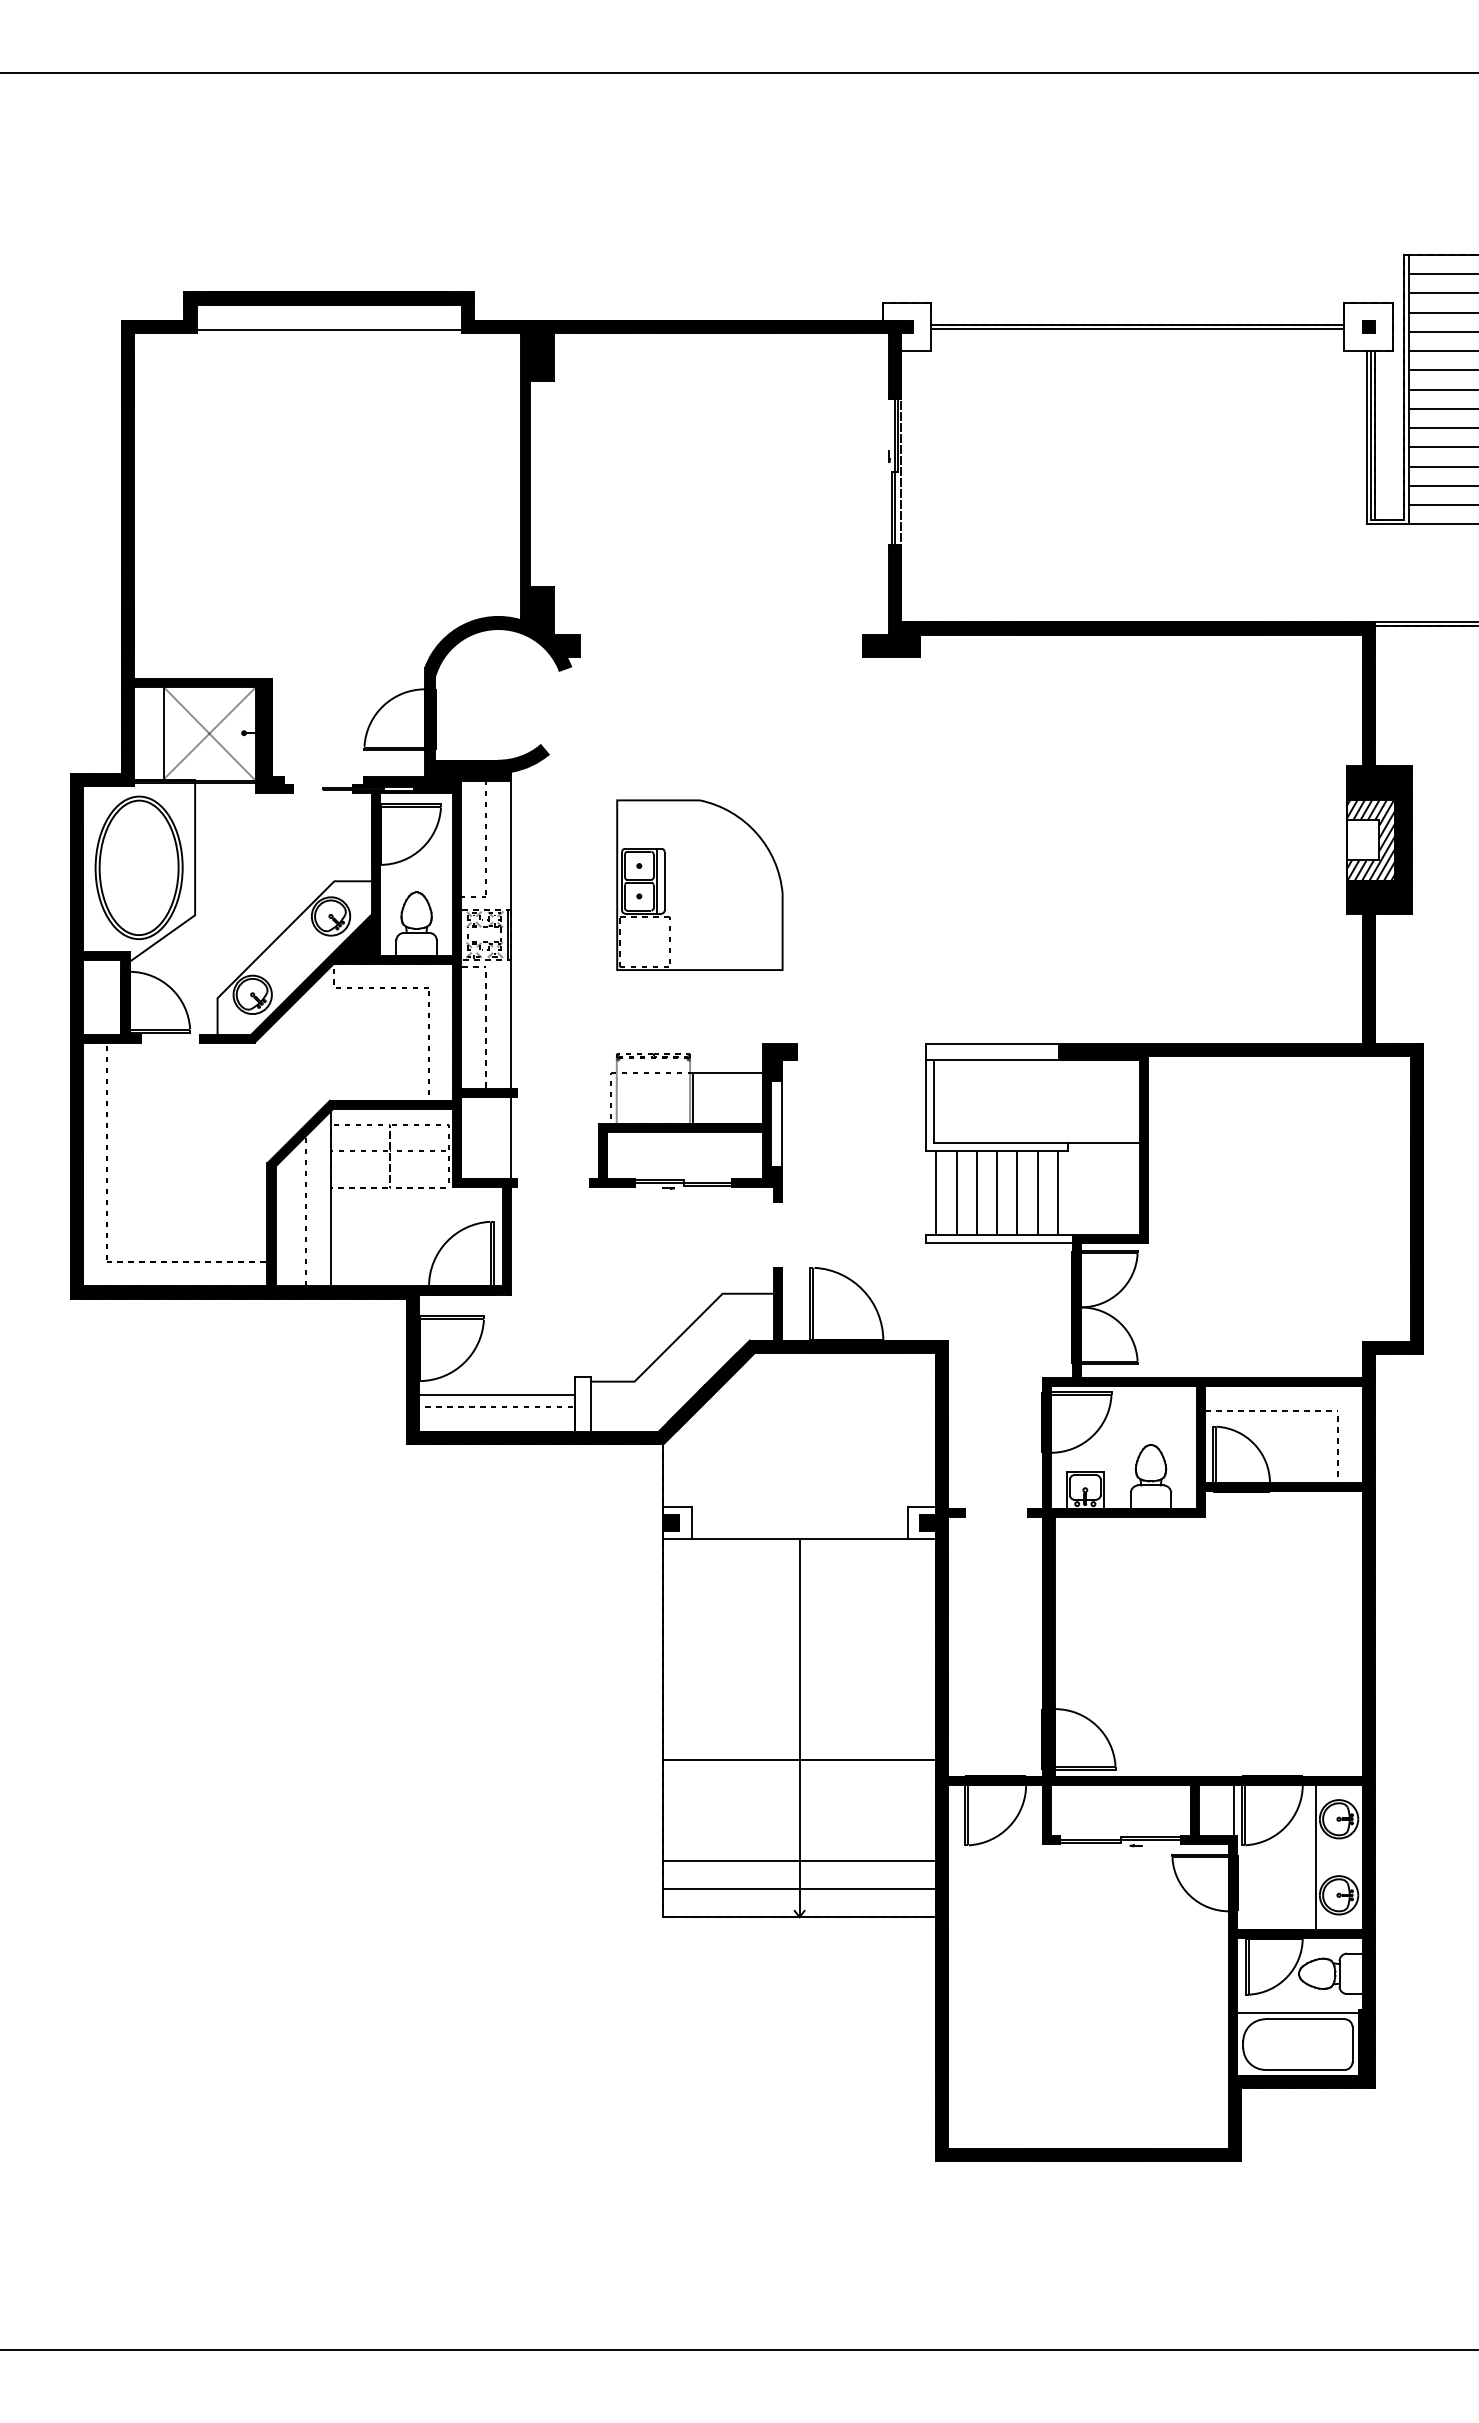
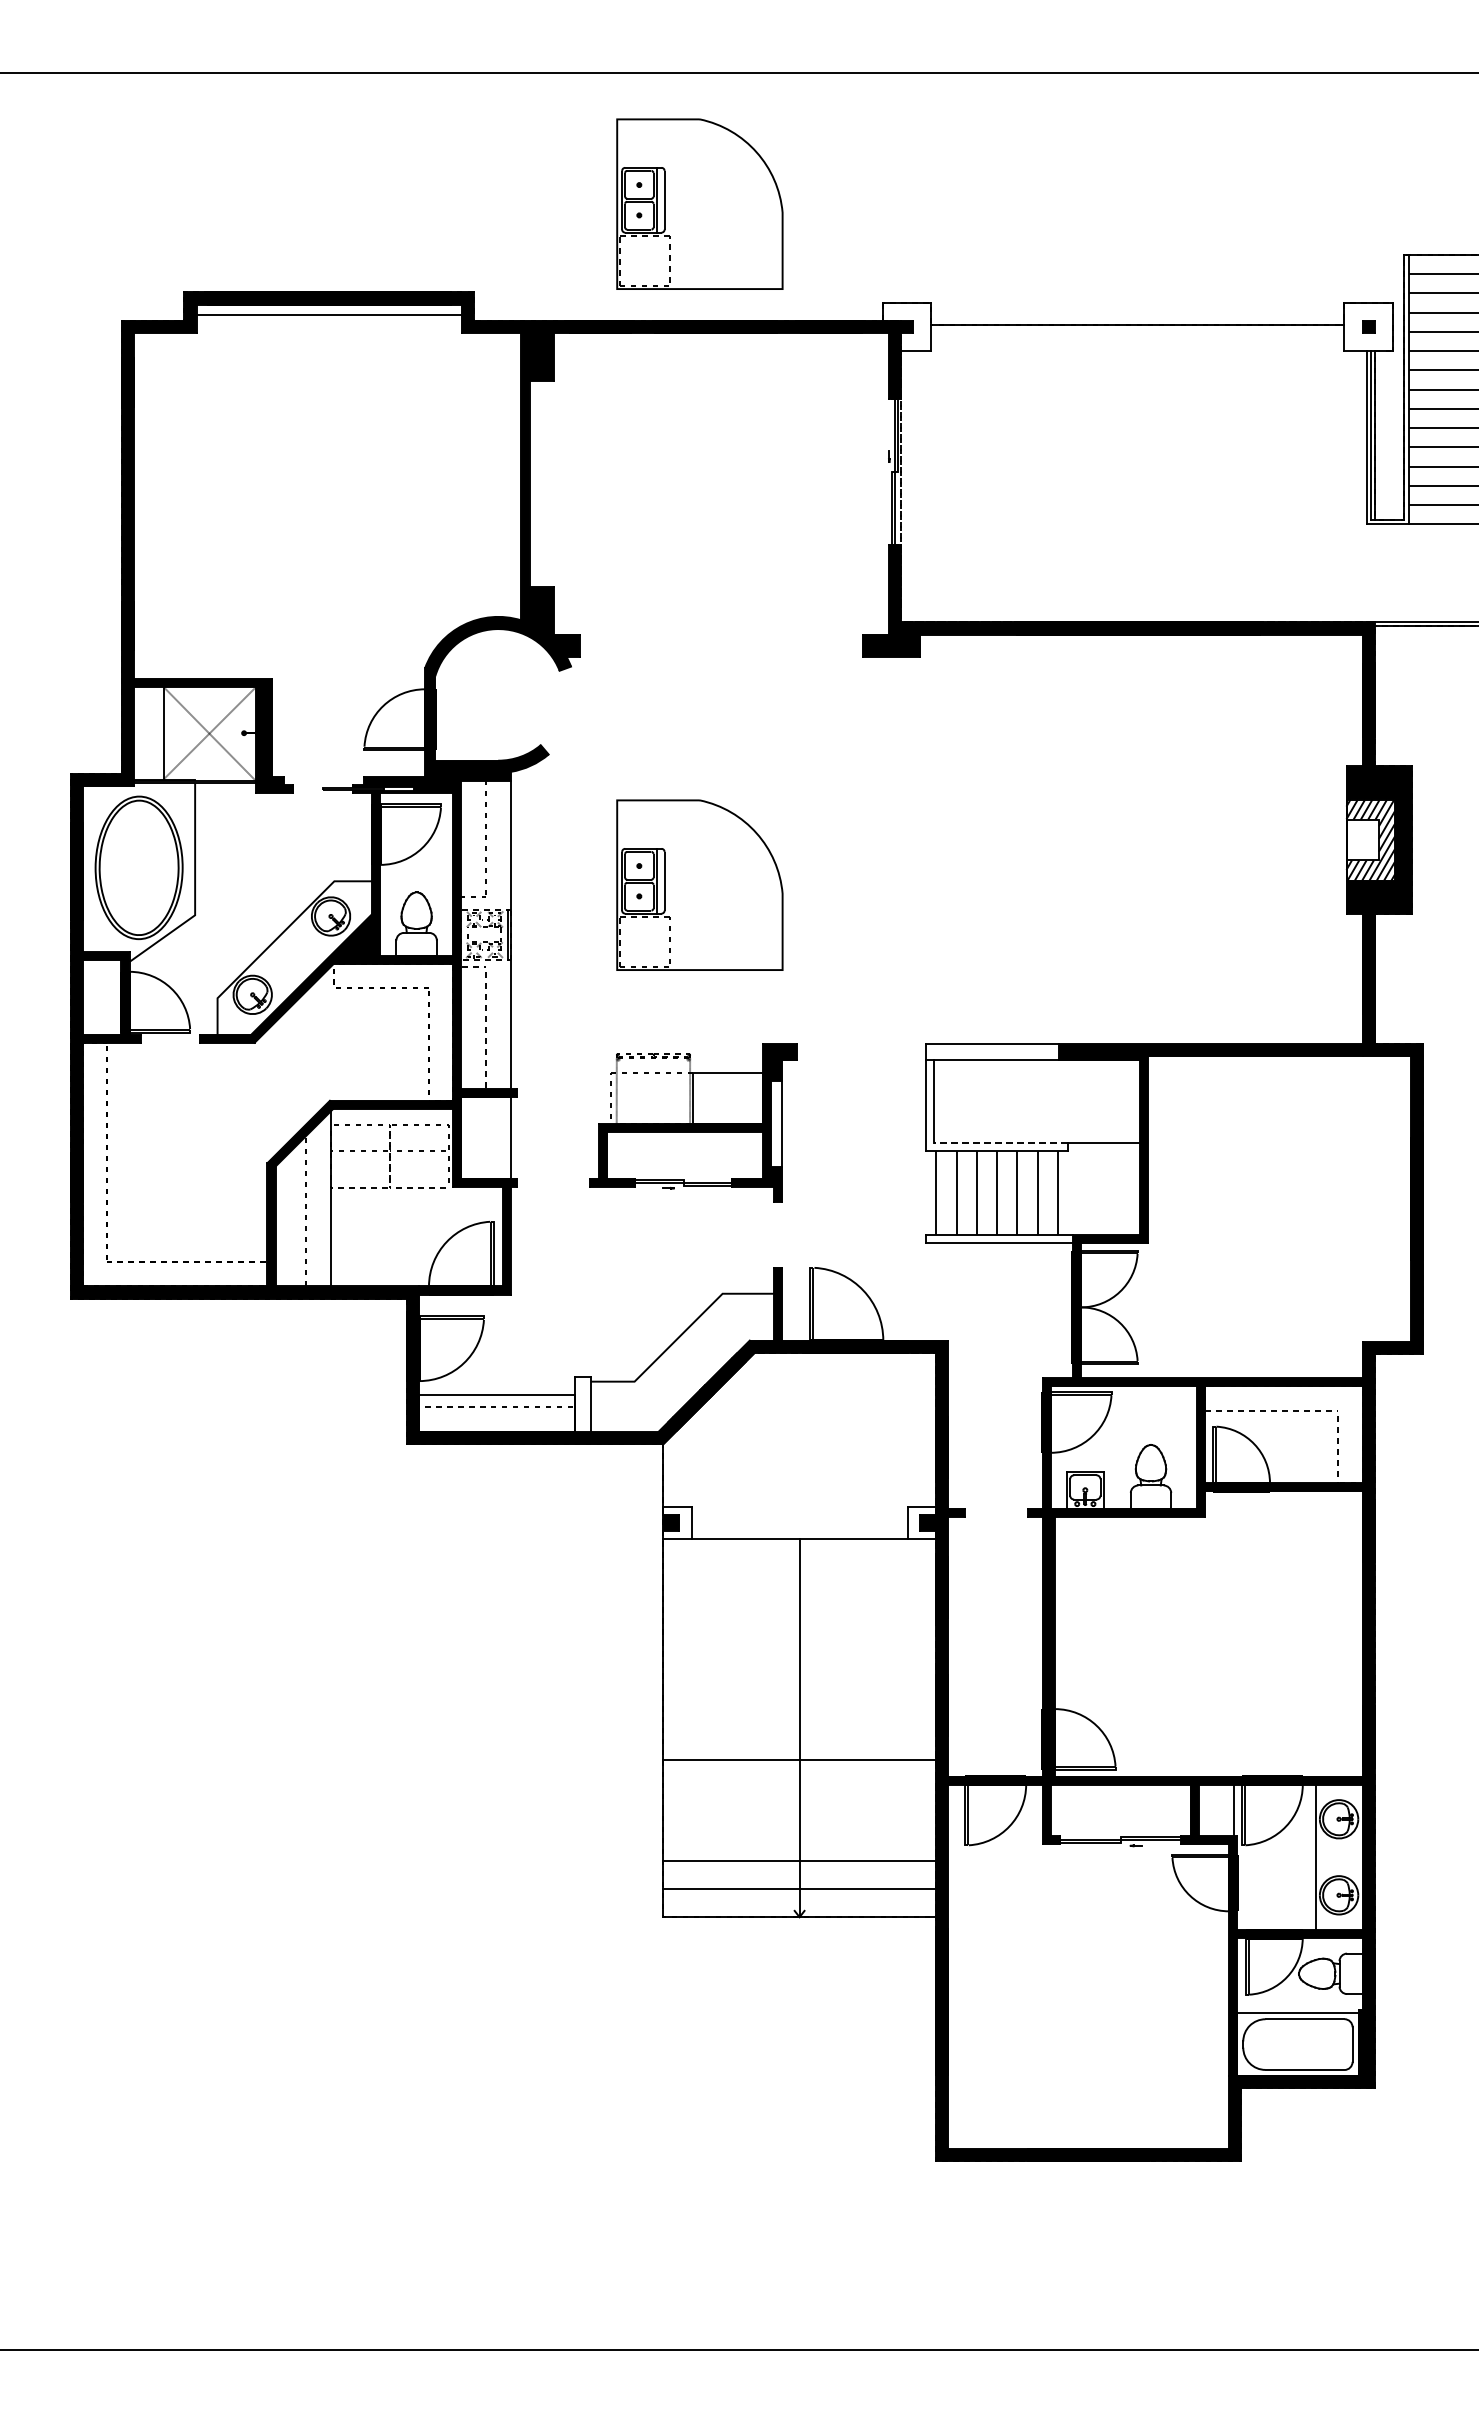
part at (699, 203): none -> present
line at (1137, 328): present -> none
line at (328, 329) position: (328, 329) -> (328, 314)
line at (1001, 1142): solid -> dashed
